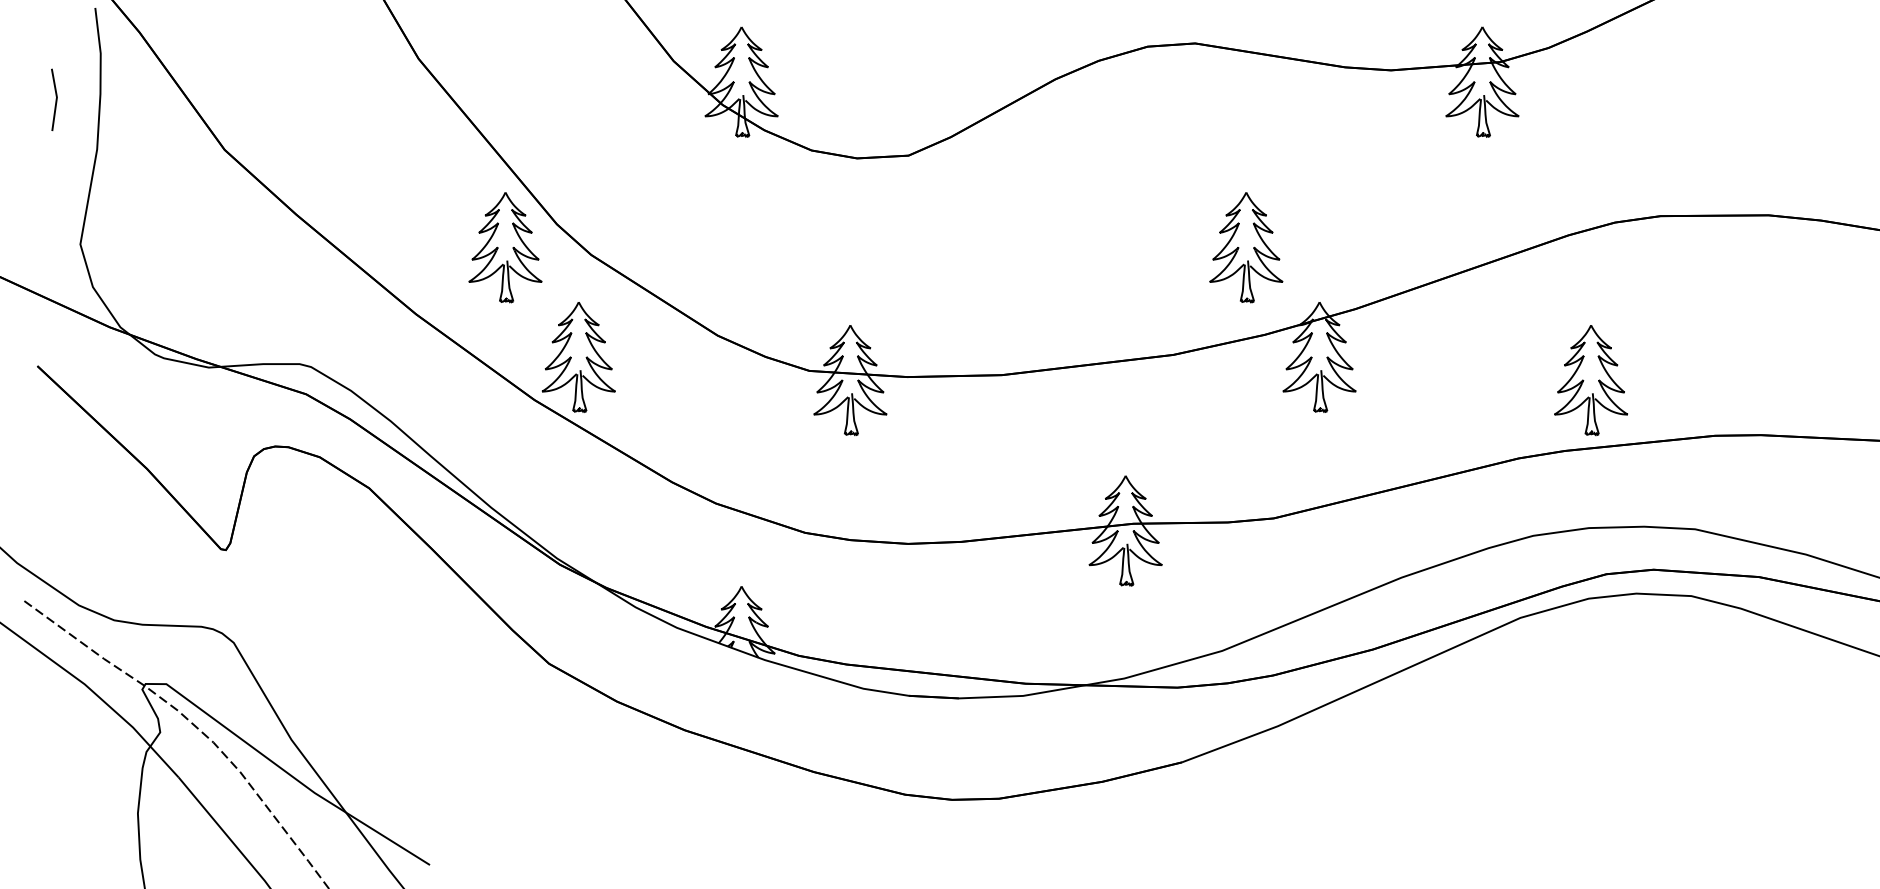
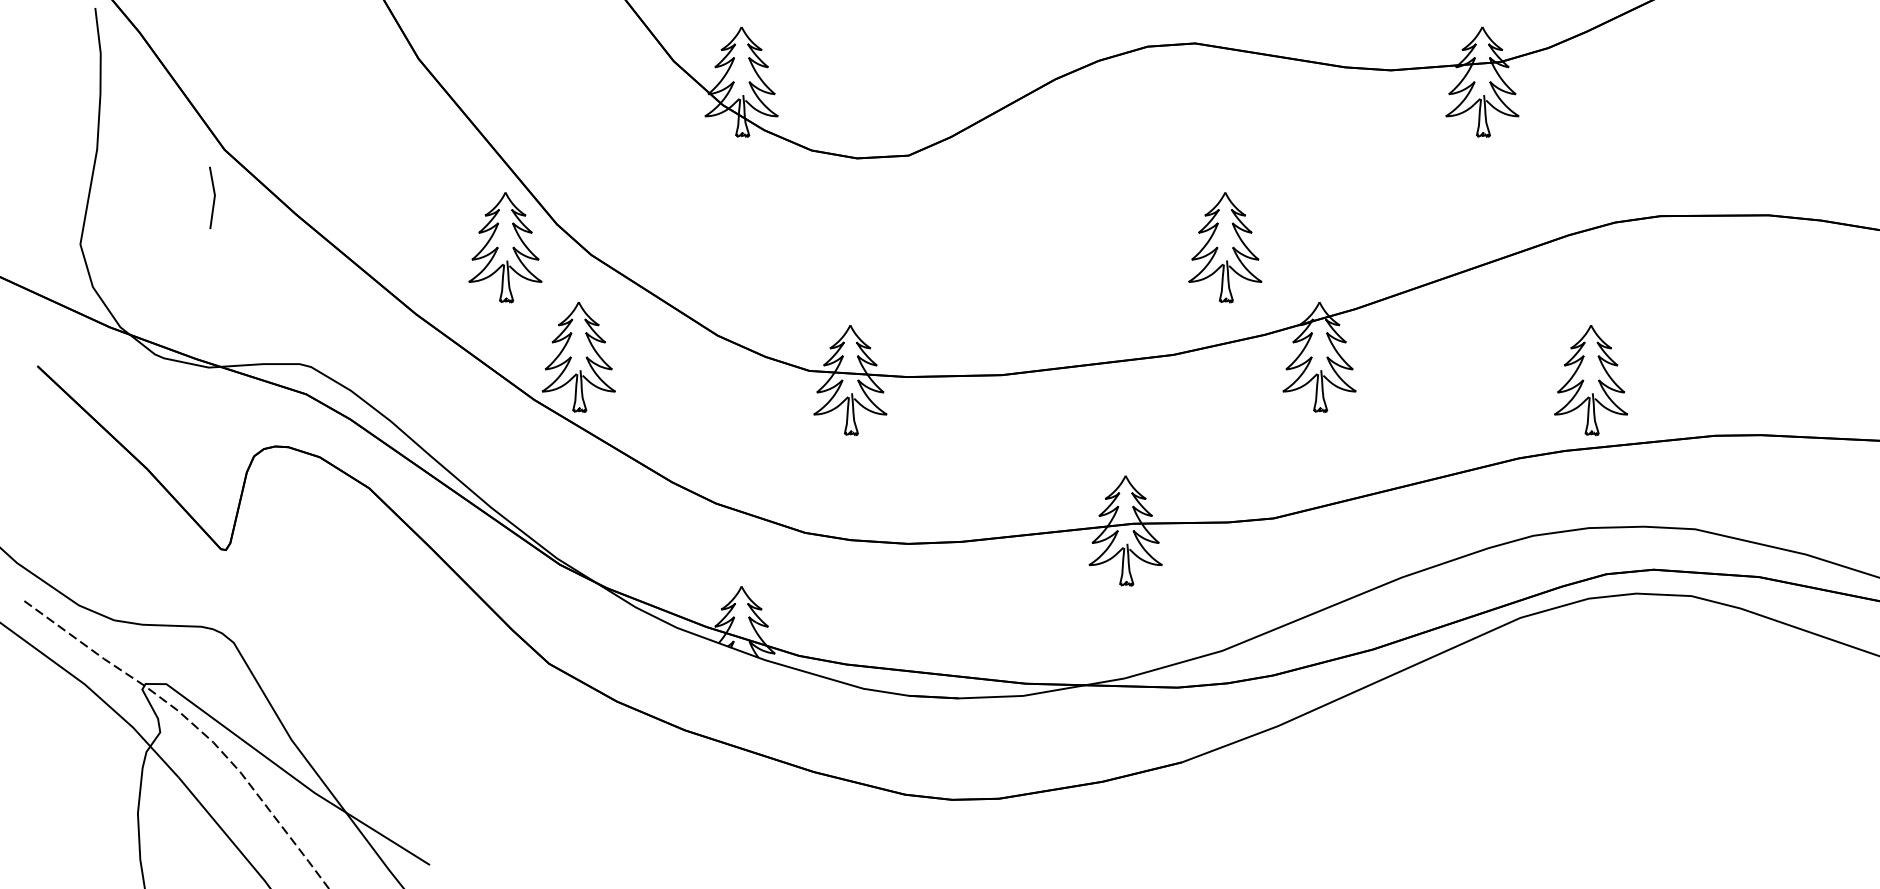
line at (55, 99) position: (55, 99) -> (213, 197)
part at (1246, 247) position: (1246, 247) -> (1225, 247)
